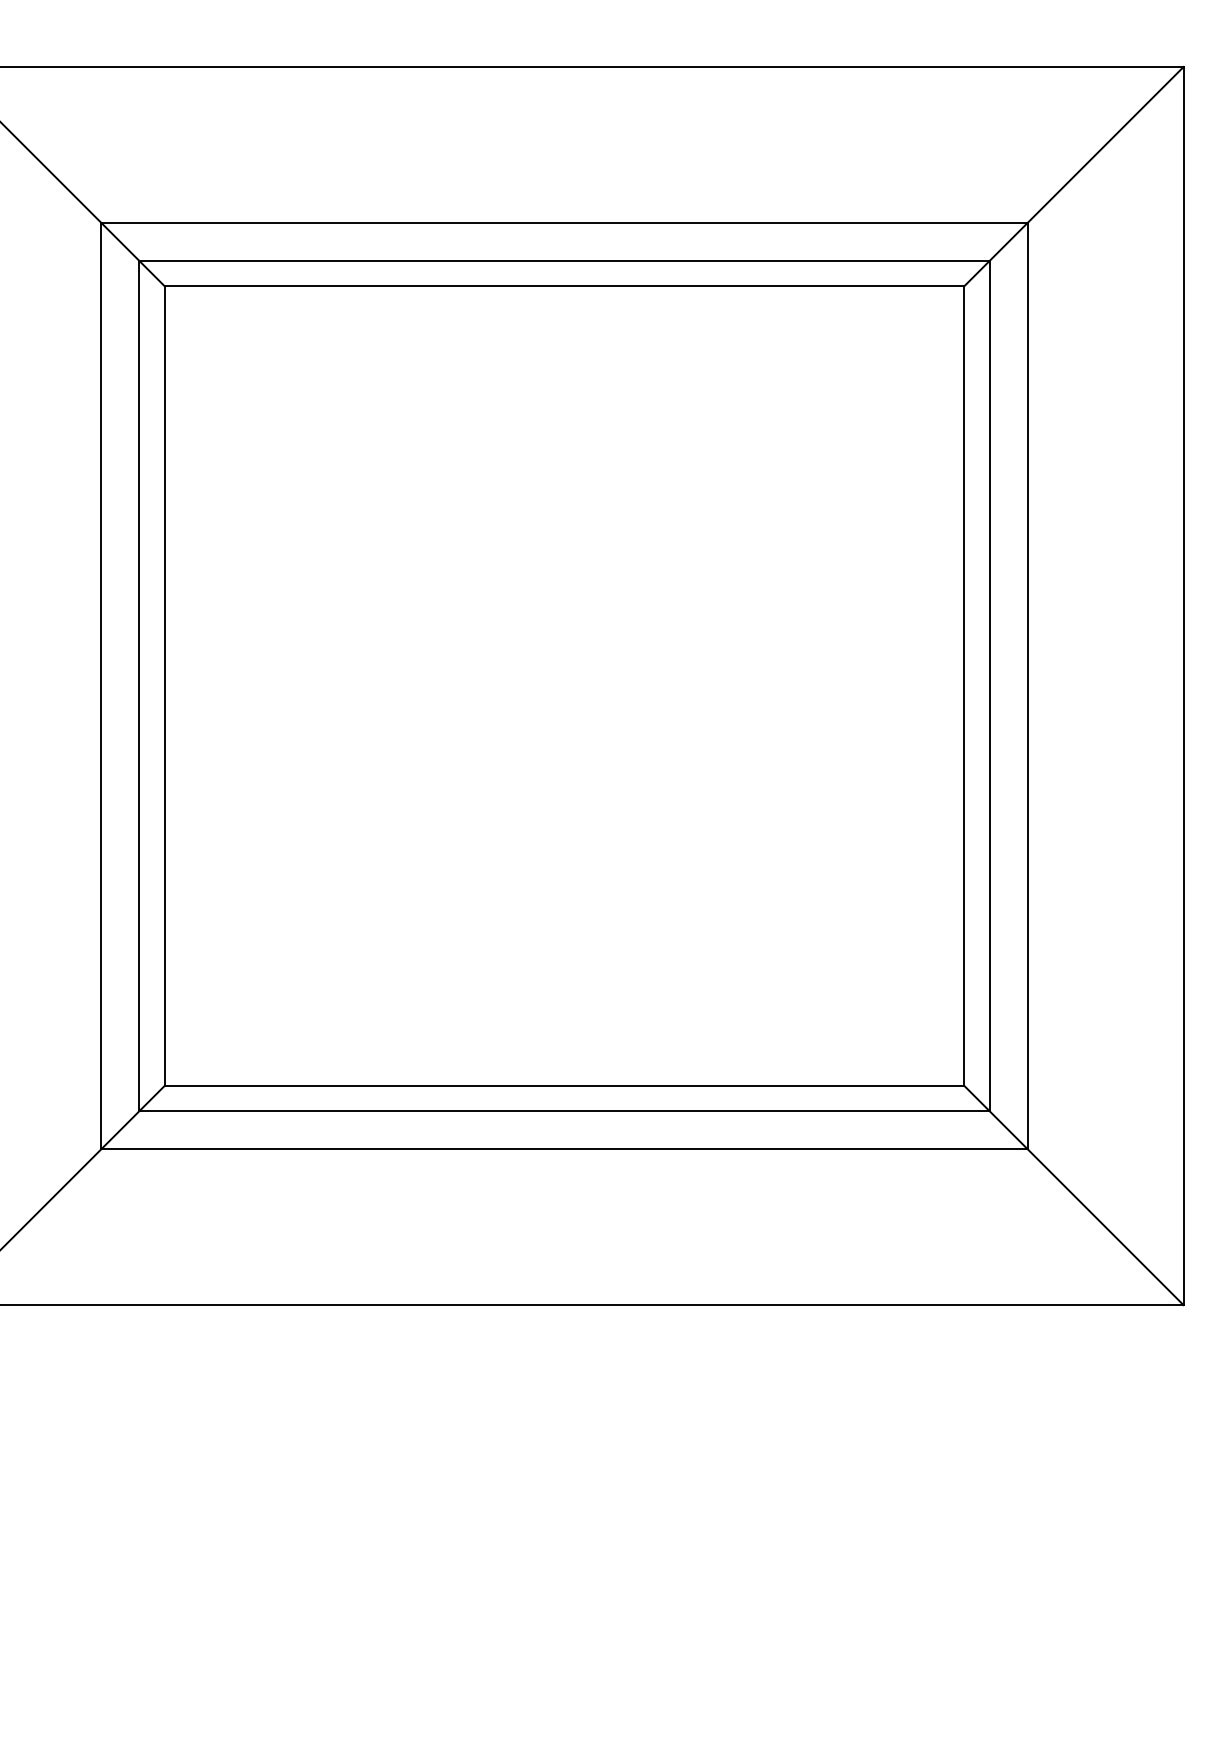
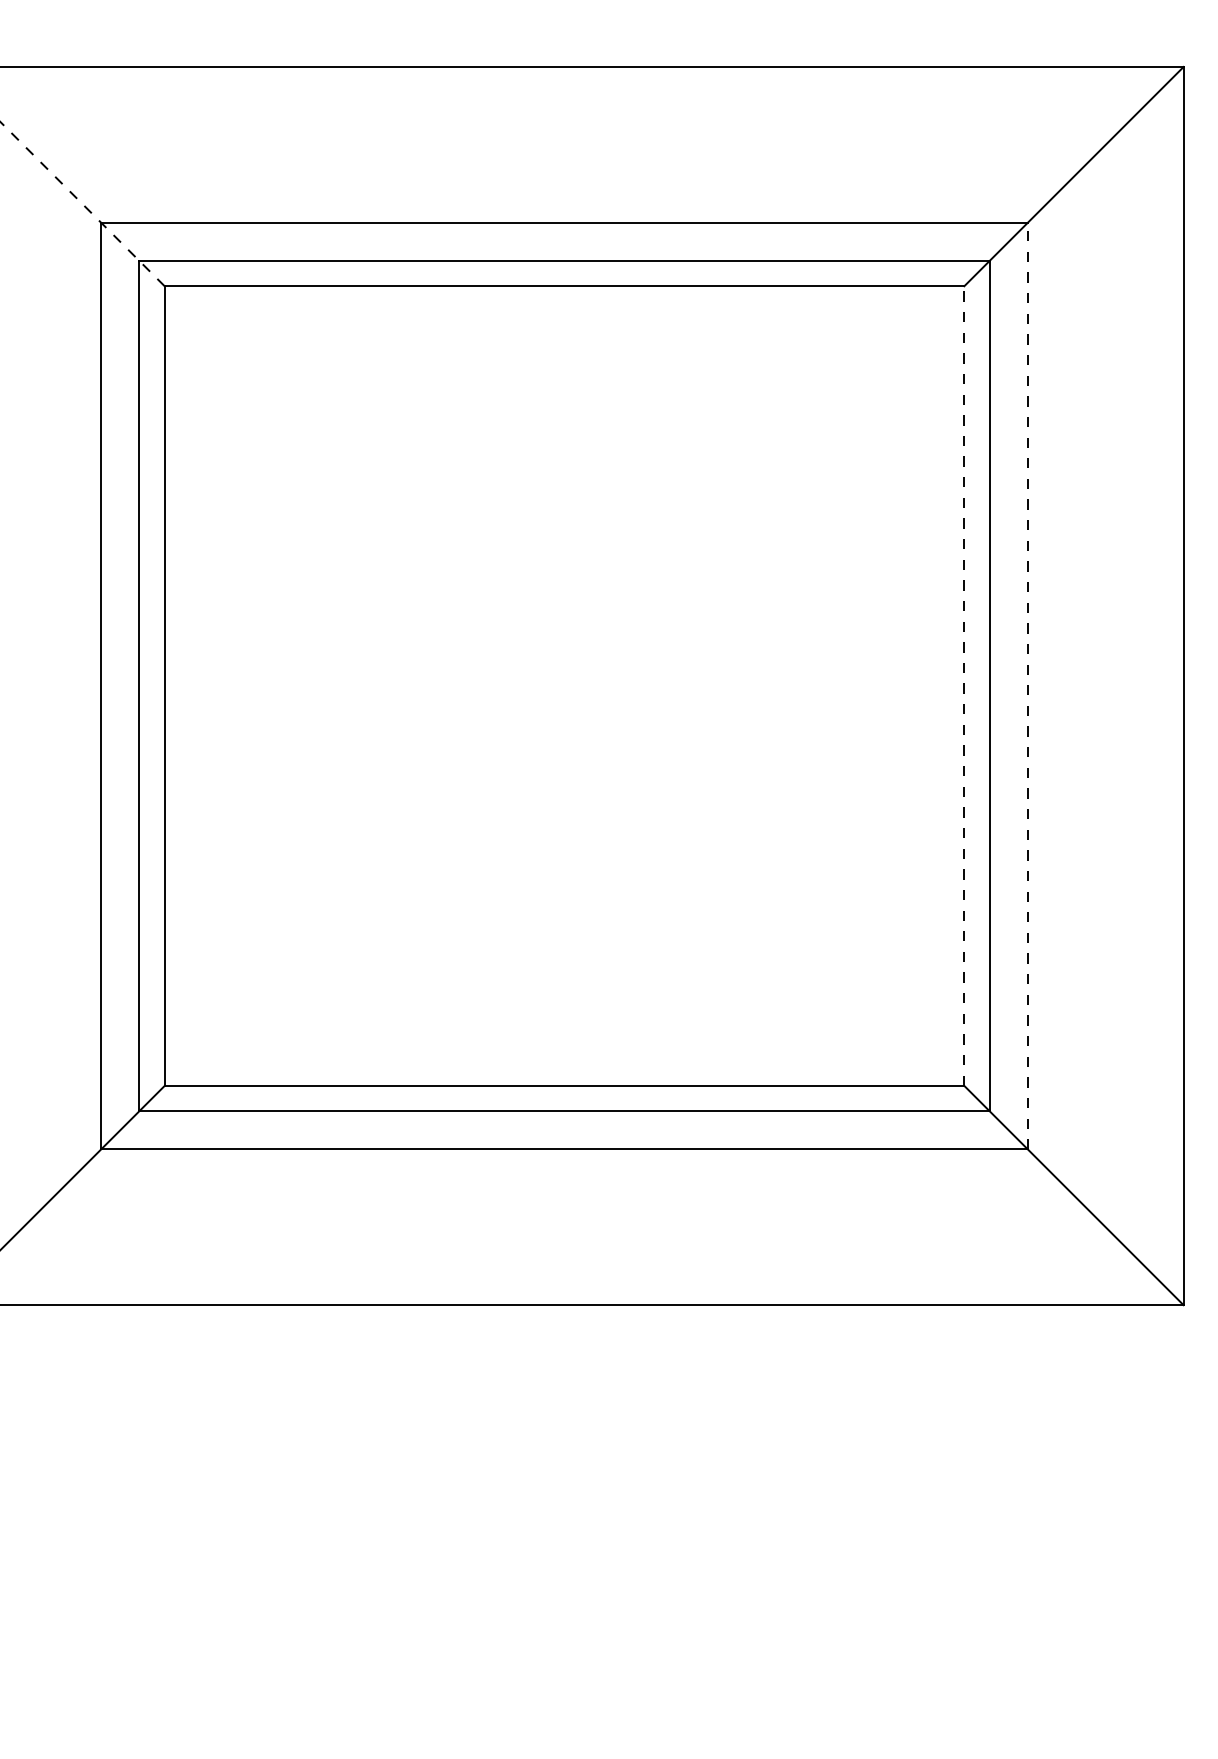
line at (82, 203): solid -> dashed
line at (1027, 685): solid -> dashed
line at (964, 686): solid -> dashed
